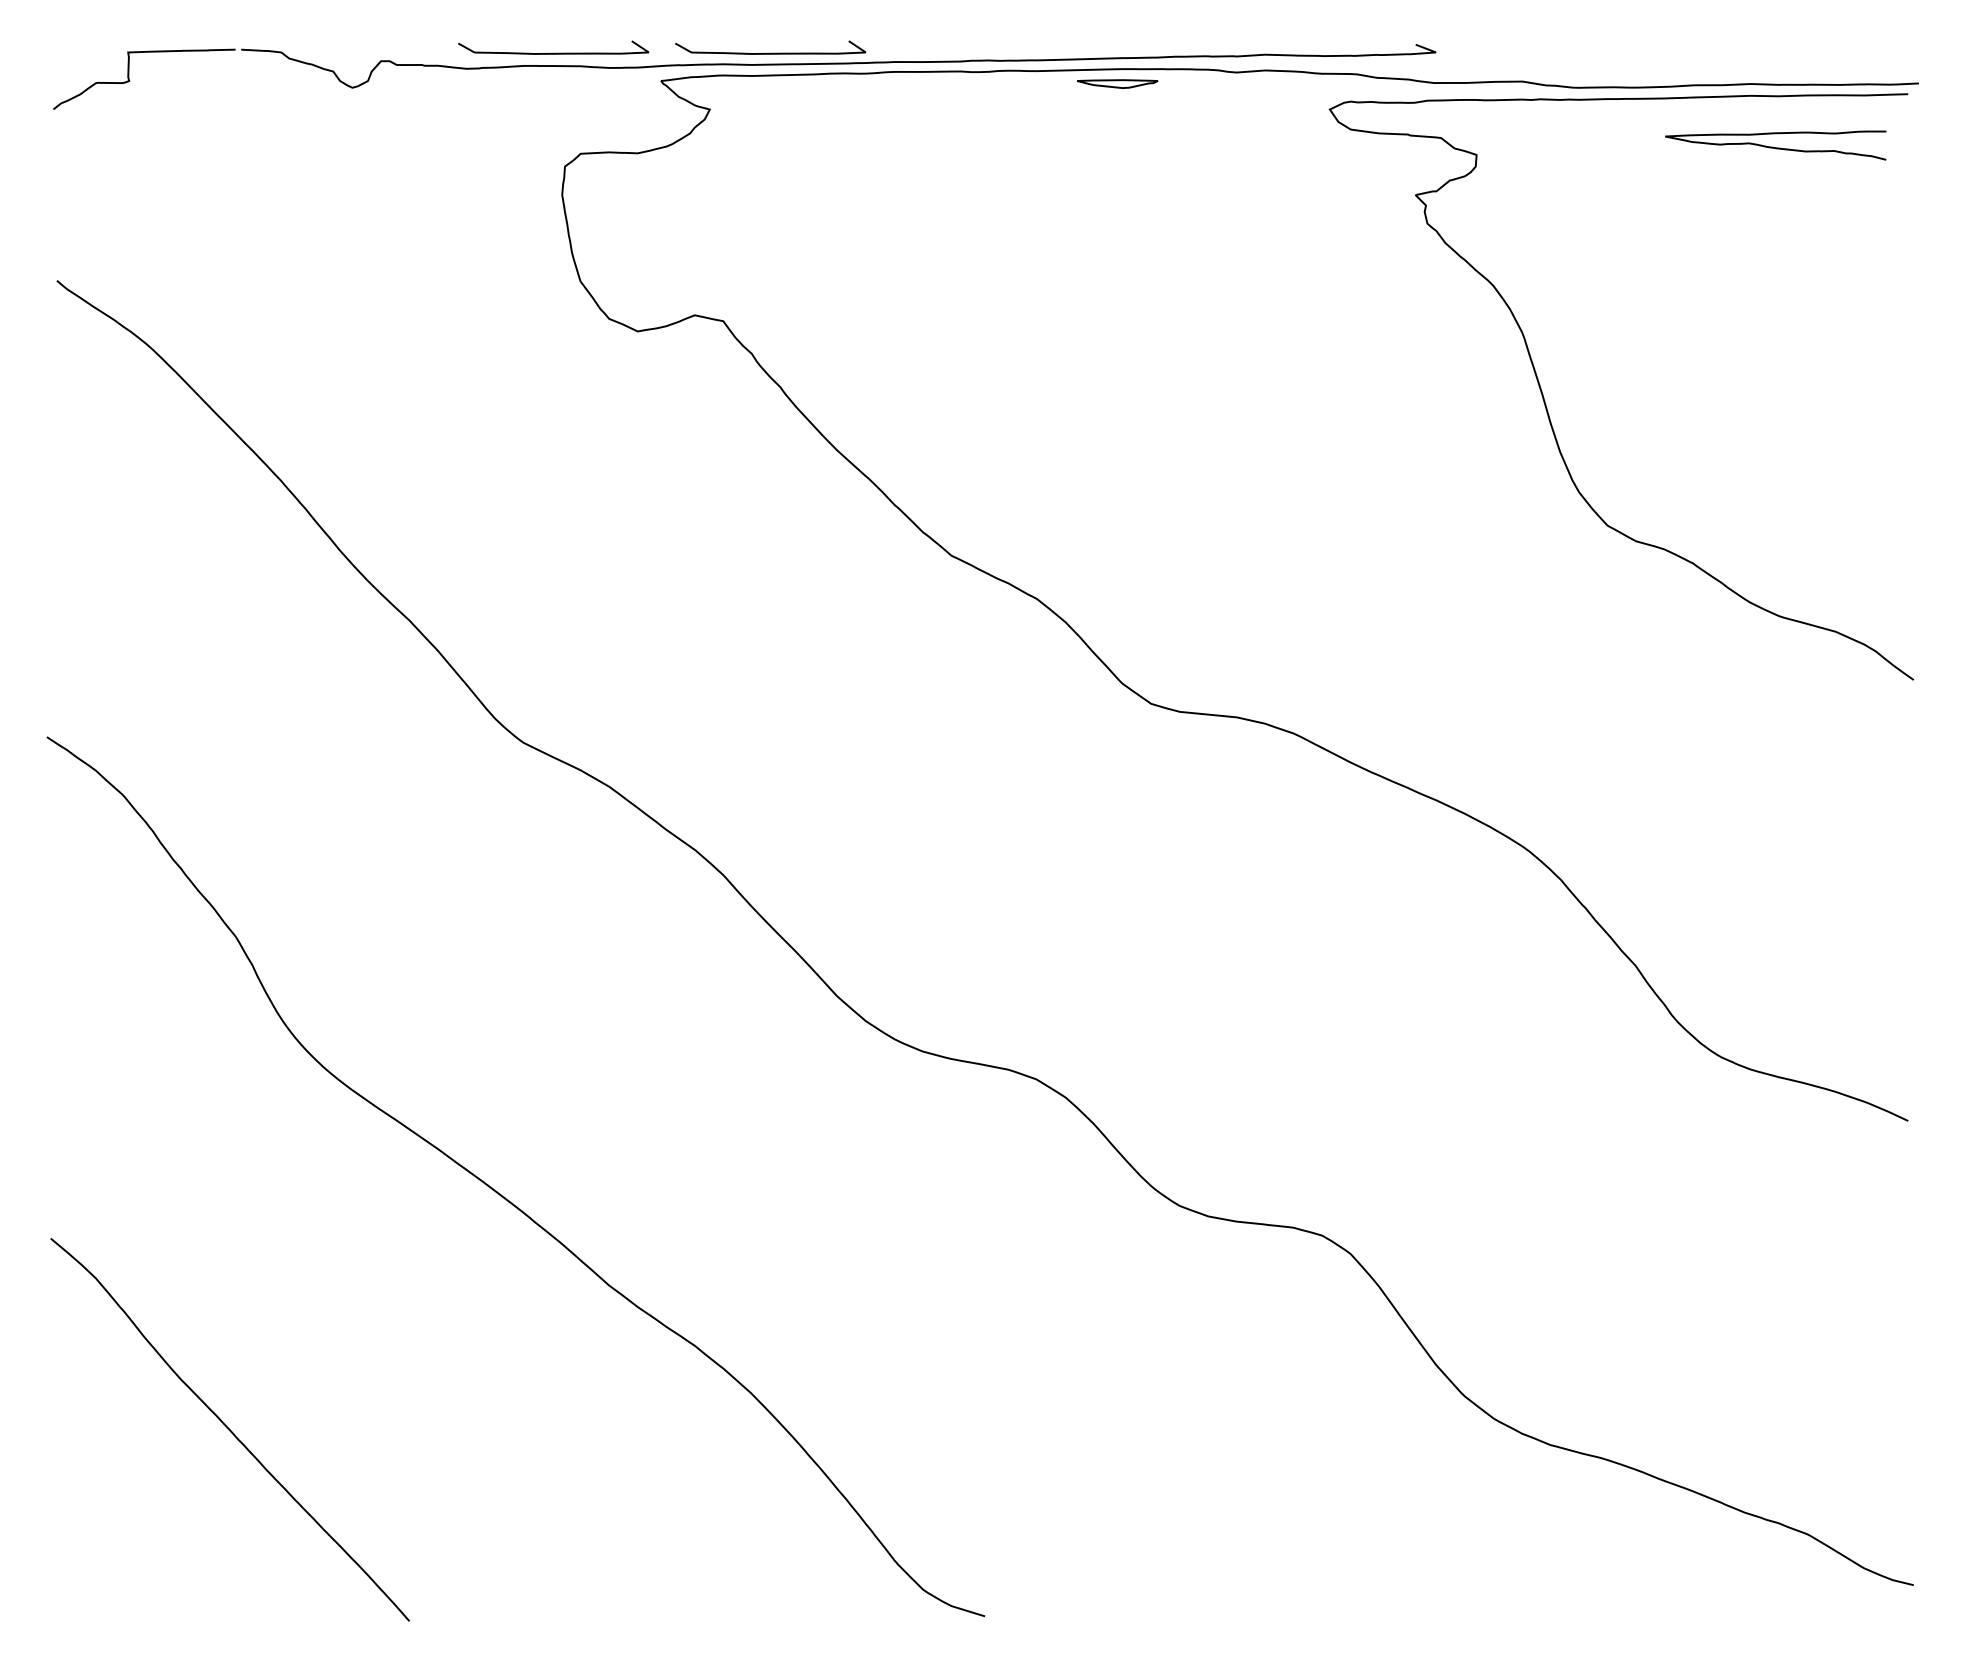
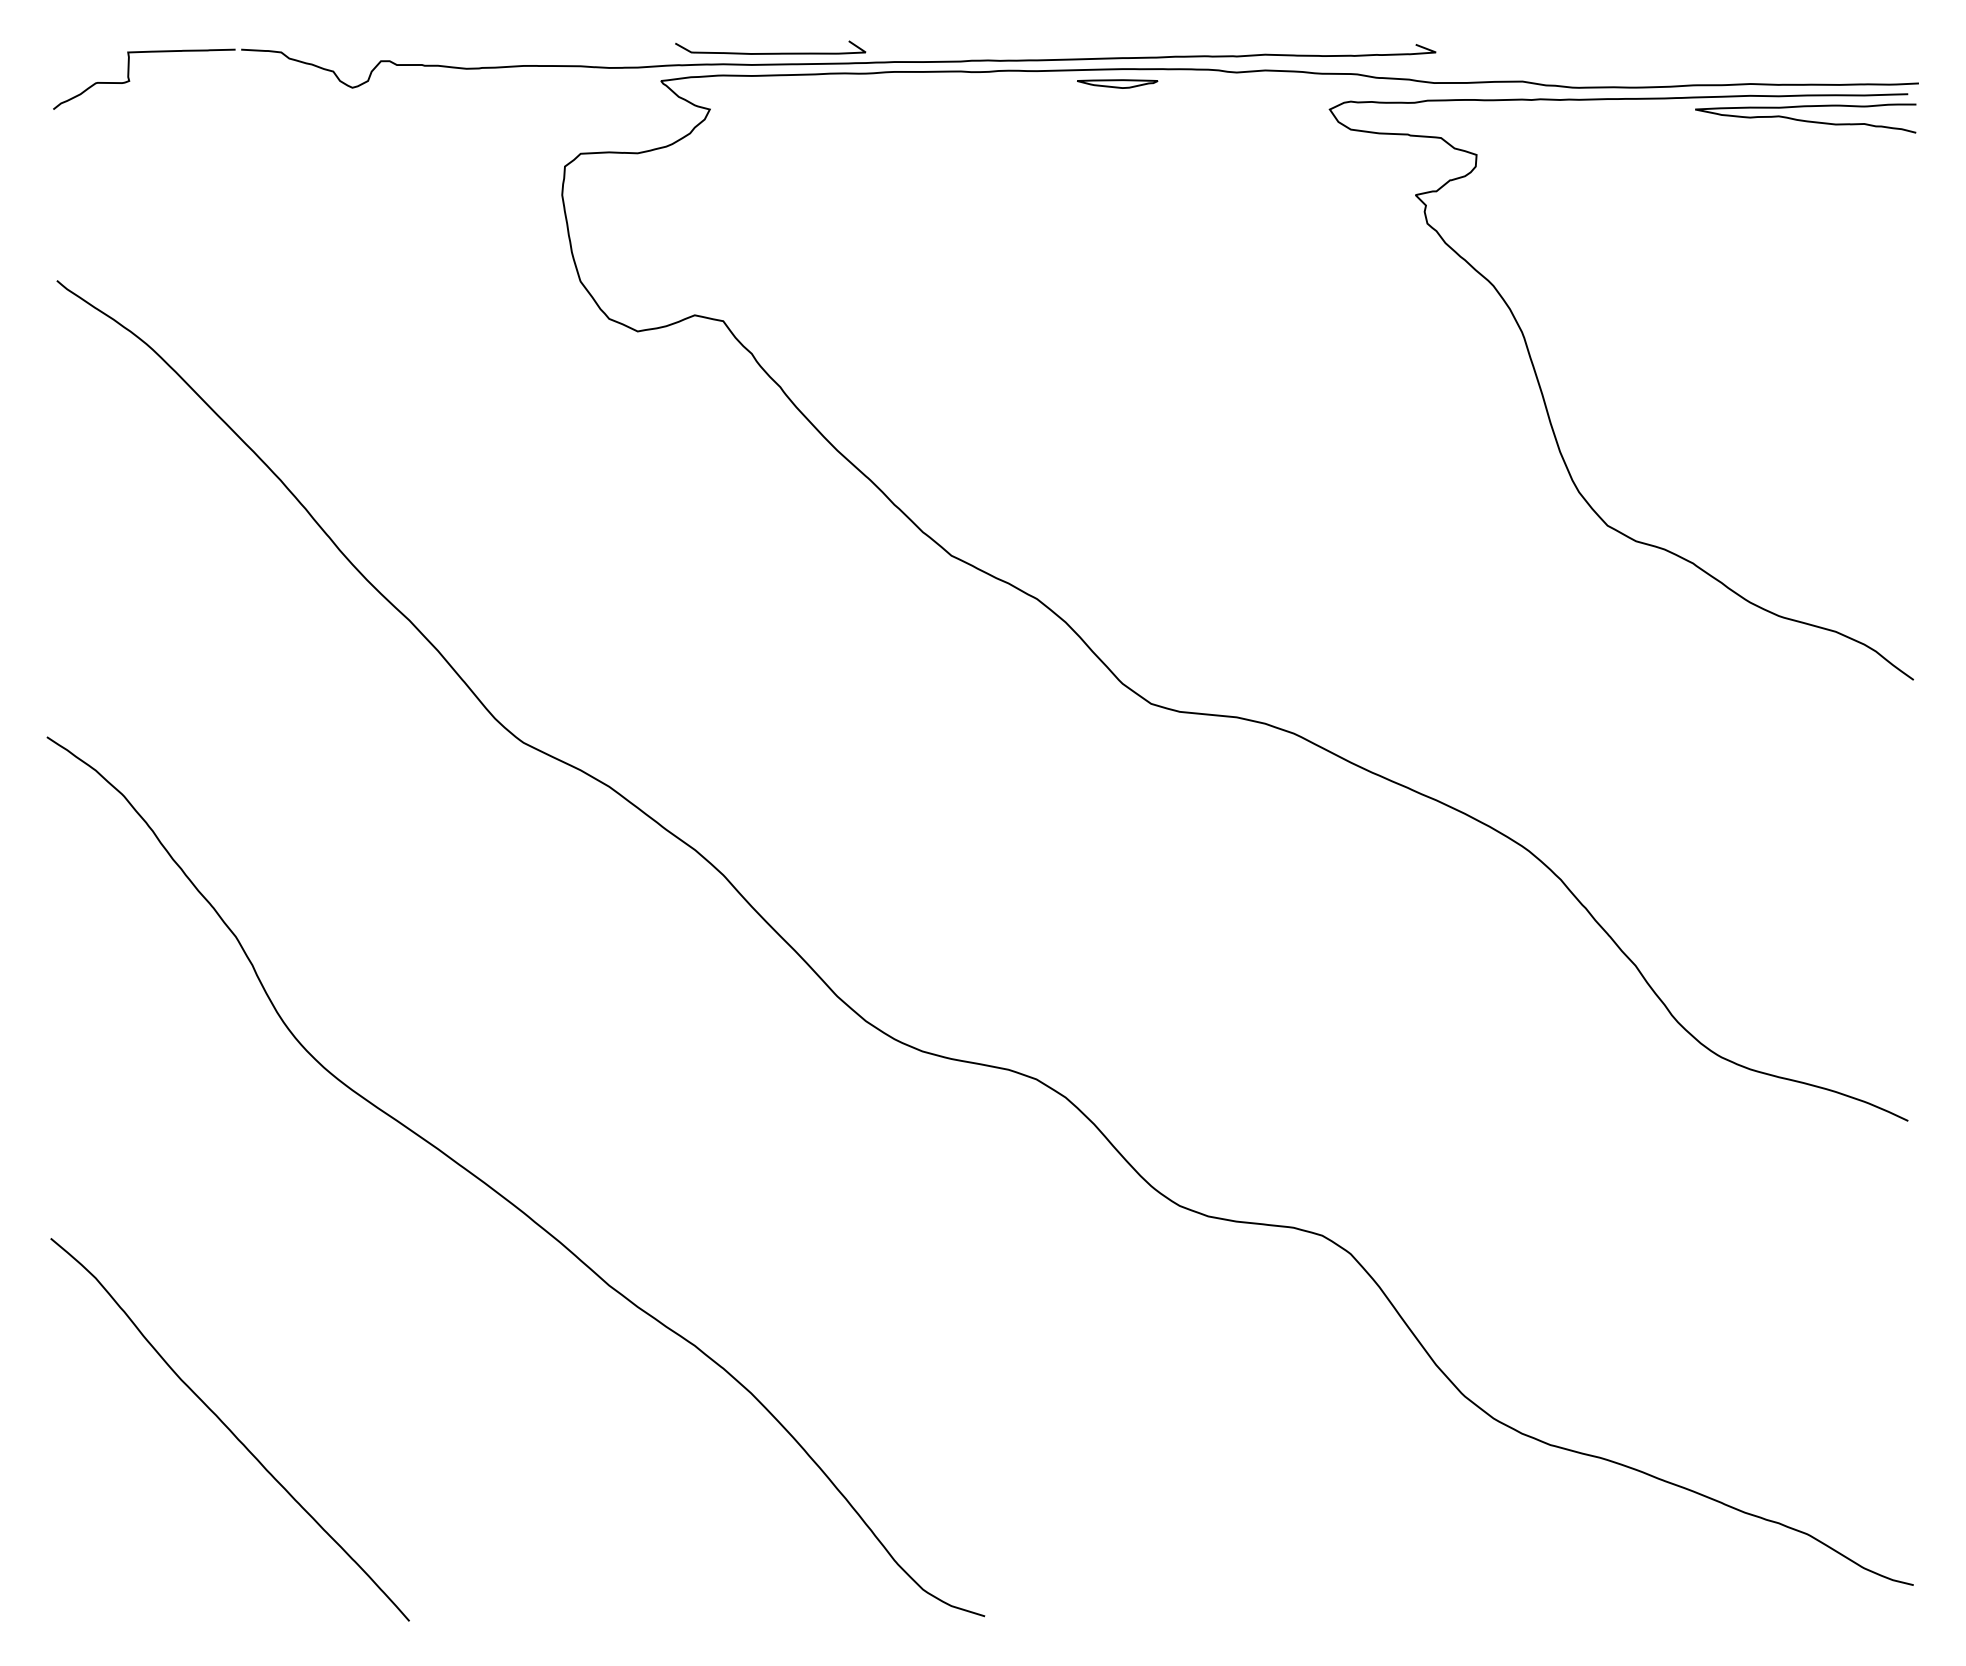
curve at (553, 52): present -> none
curve at (1775, 147) position: (1775, 147) -> (1805, 120)
